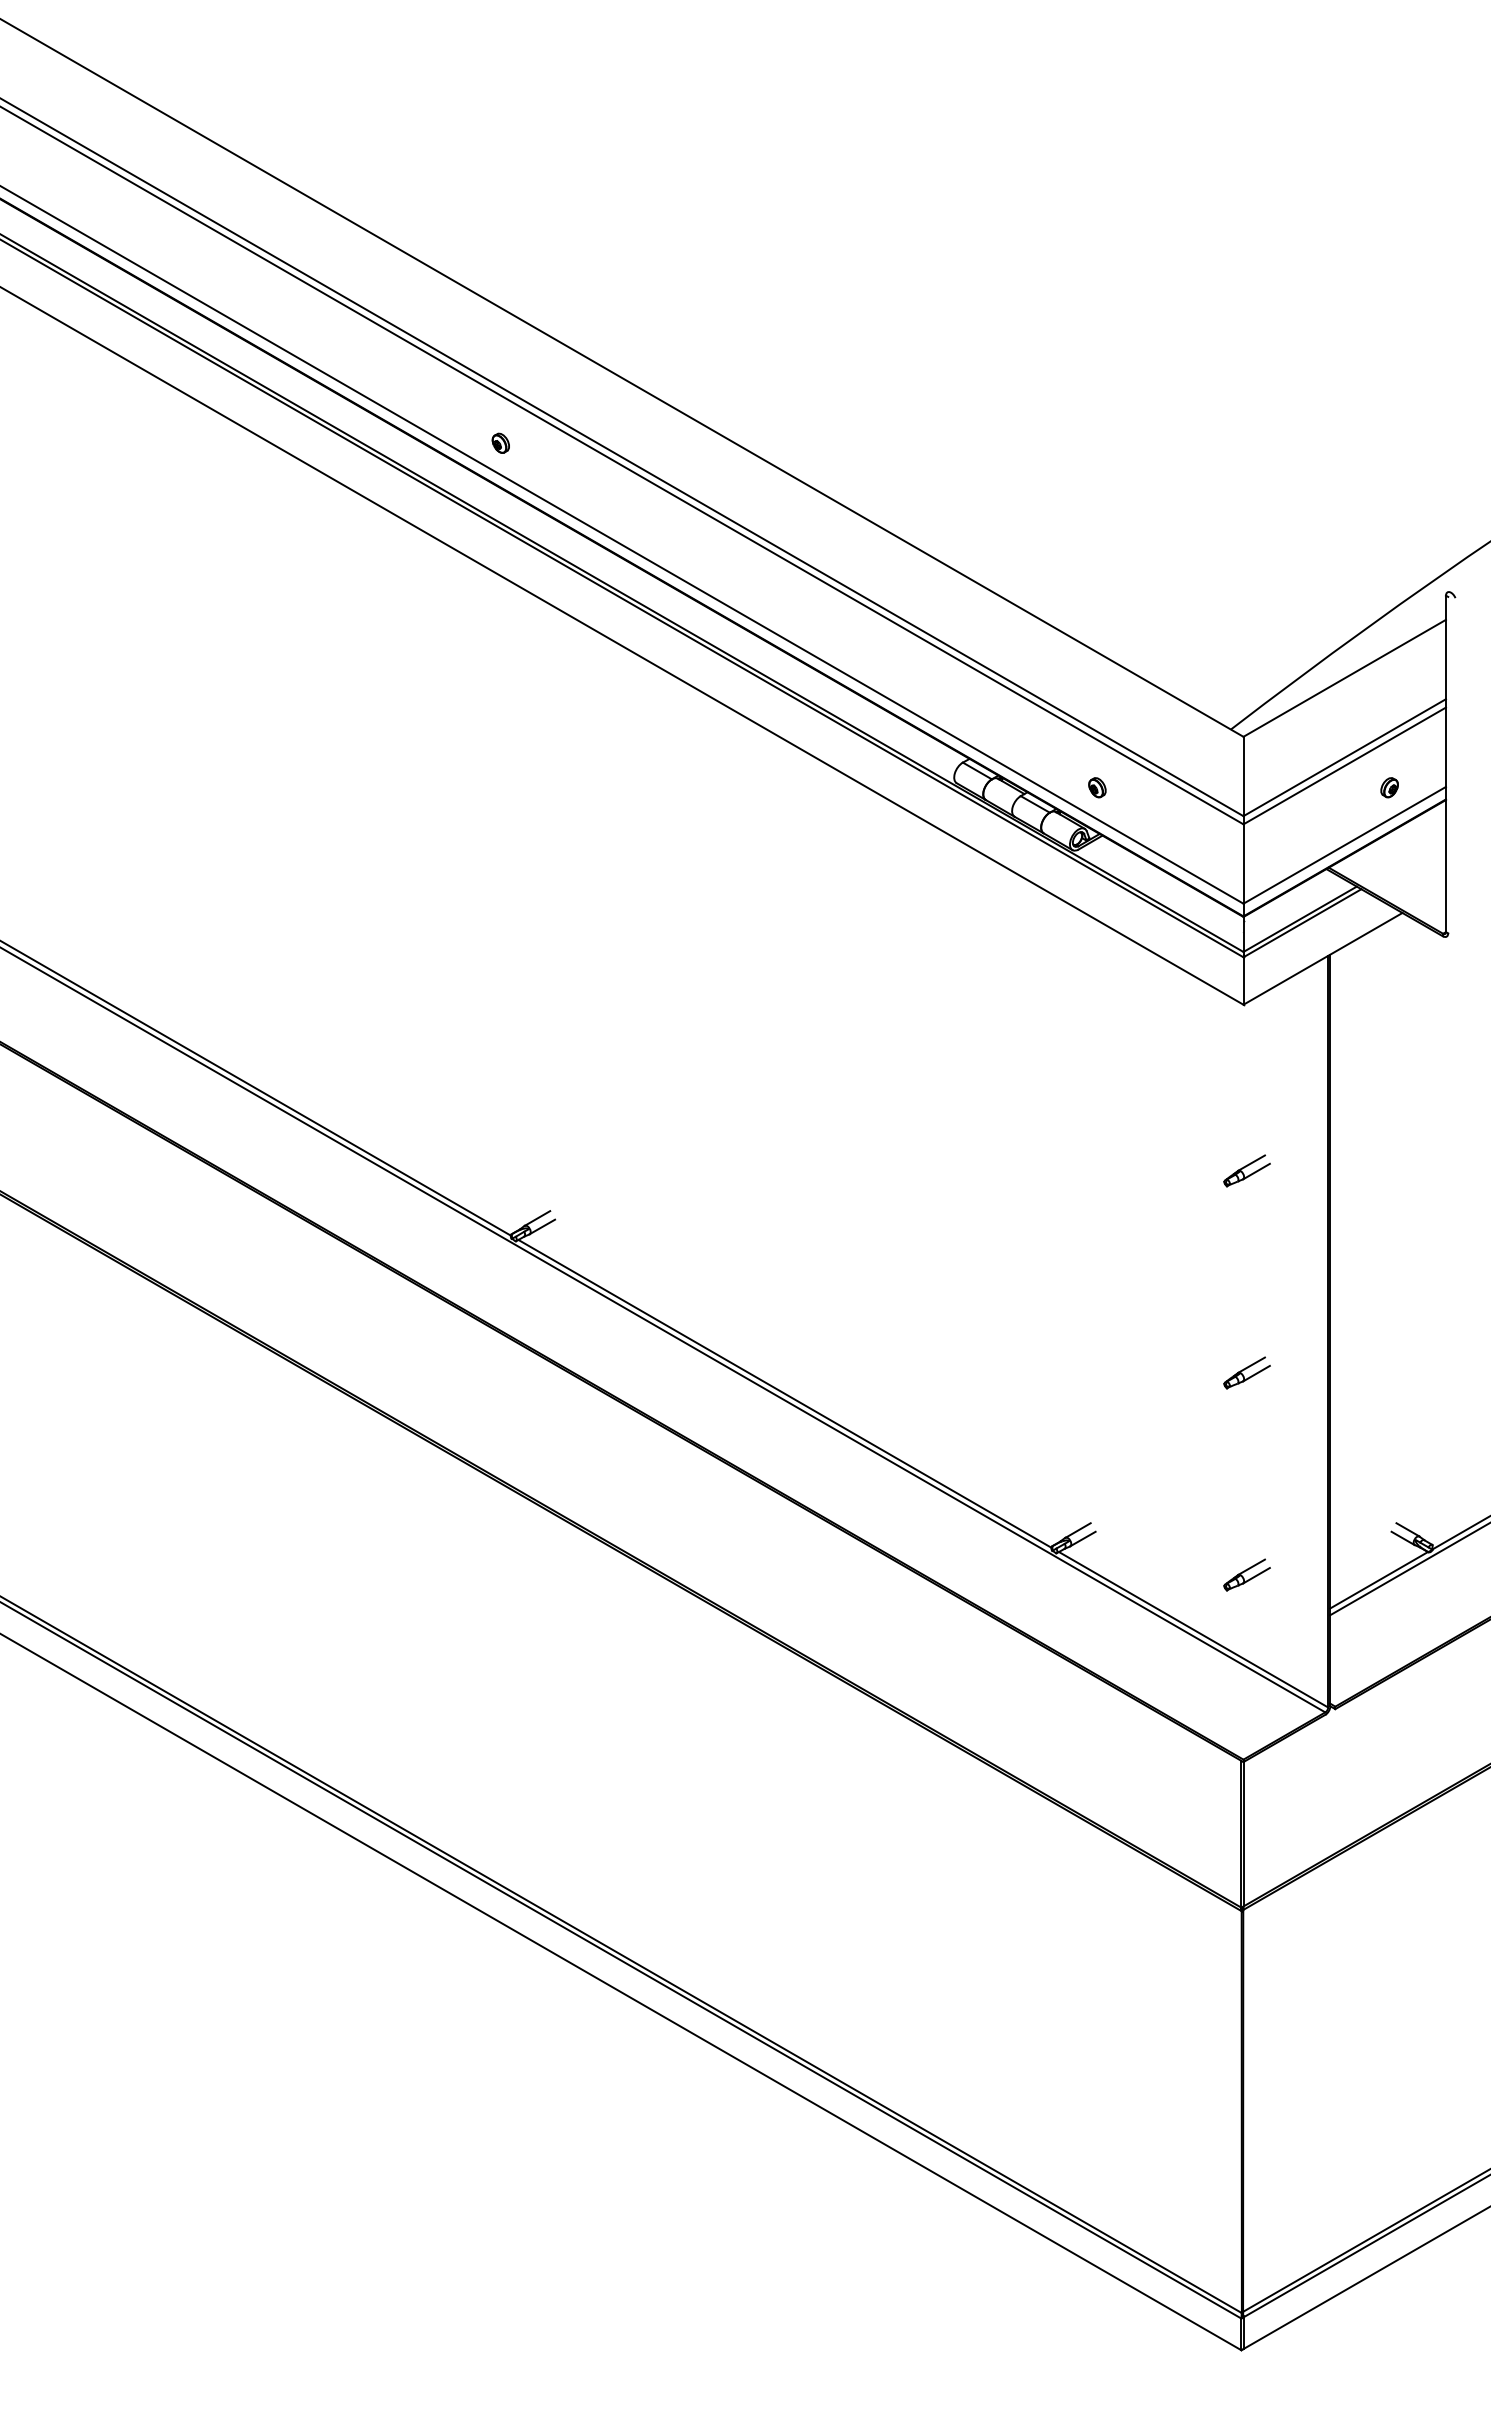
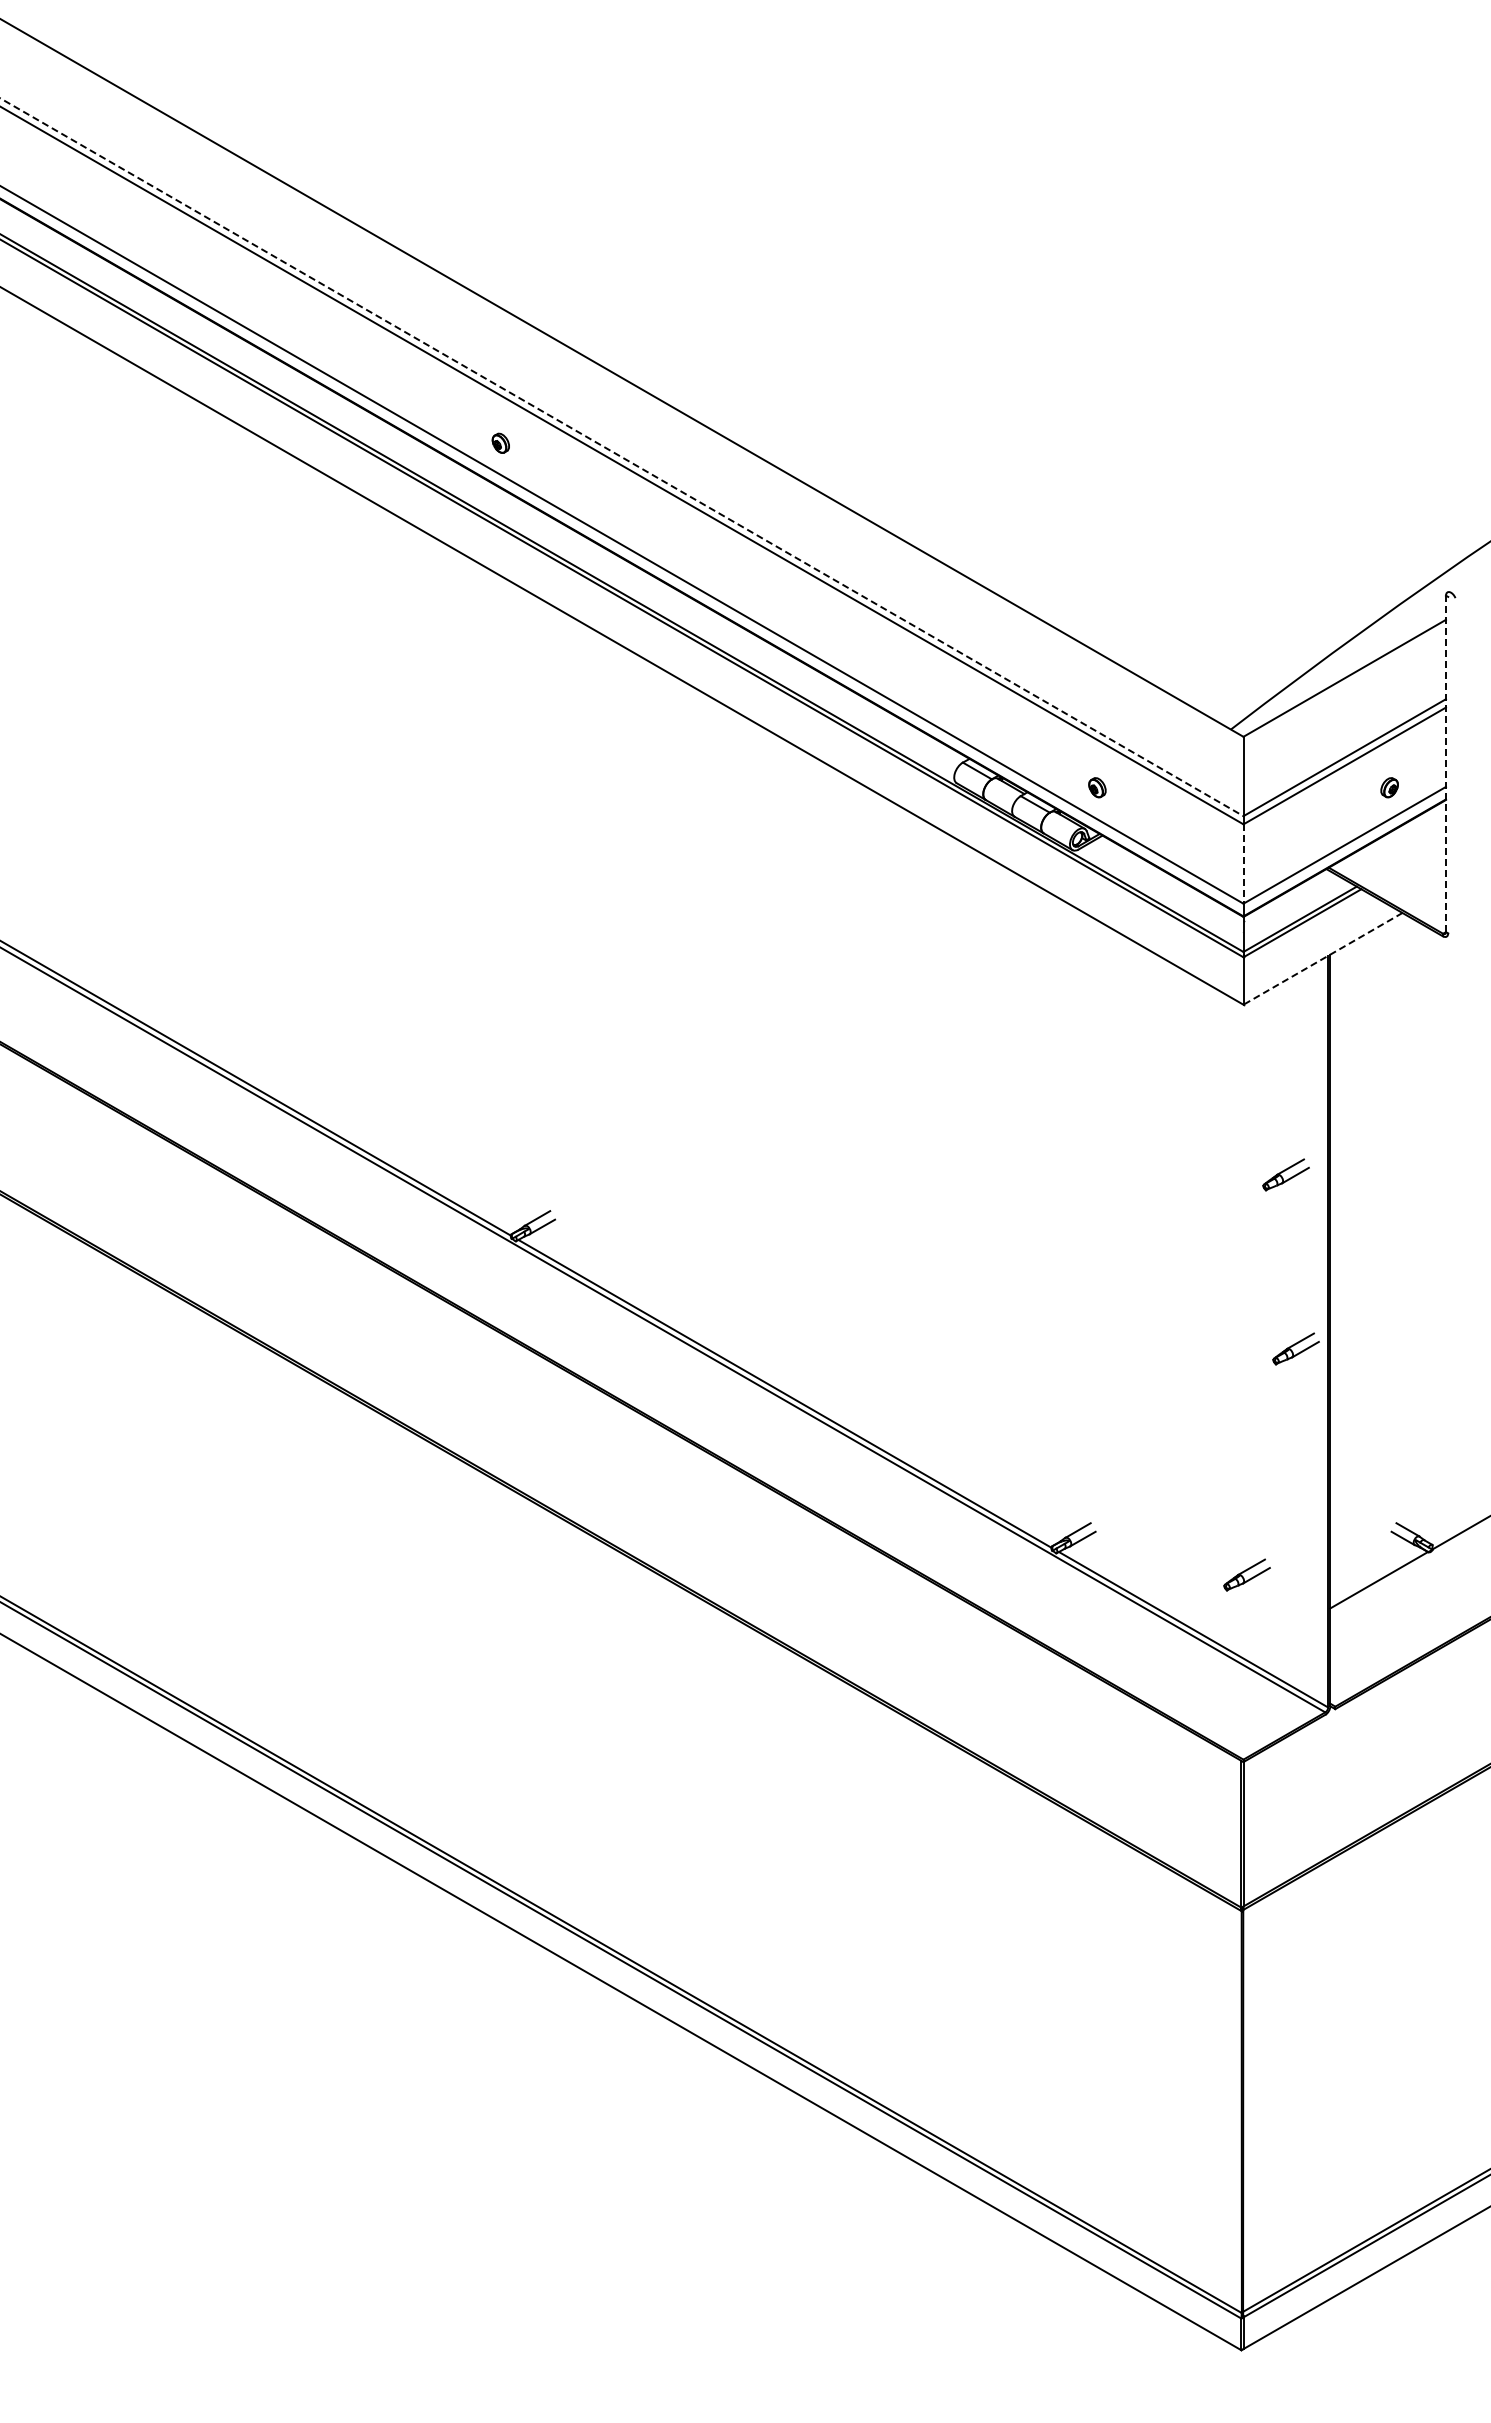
line at (621, 457): solid -> dashed
line at (1445, 763): solid -> dashed
line at (1243, 864): solid -> dashed
line at (1323, 958): solid -> dashed
part at (1246, 1170) position: (1246, 1170) -> (1285, 1174)
part at (1246, 1372) position: (1246, 1372) -> (1295, 1348)
line at (1408, 1569): present -> none
